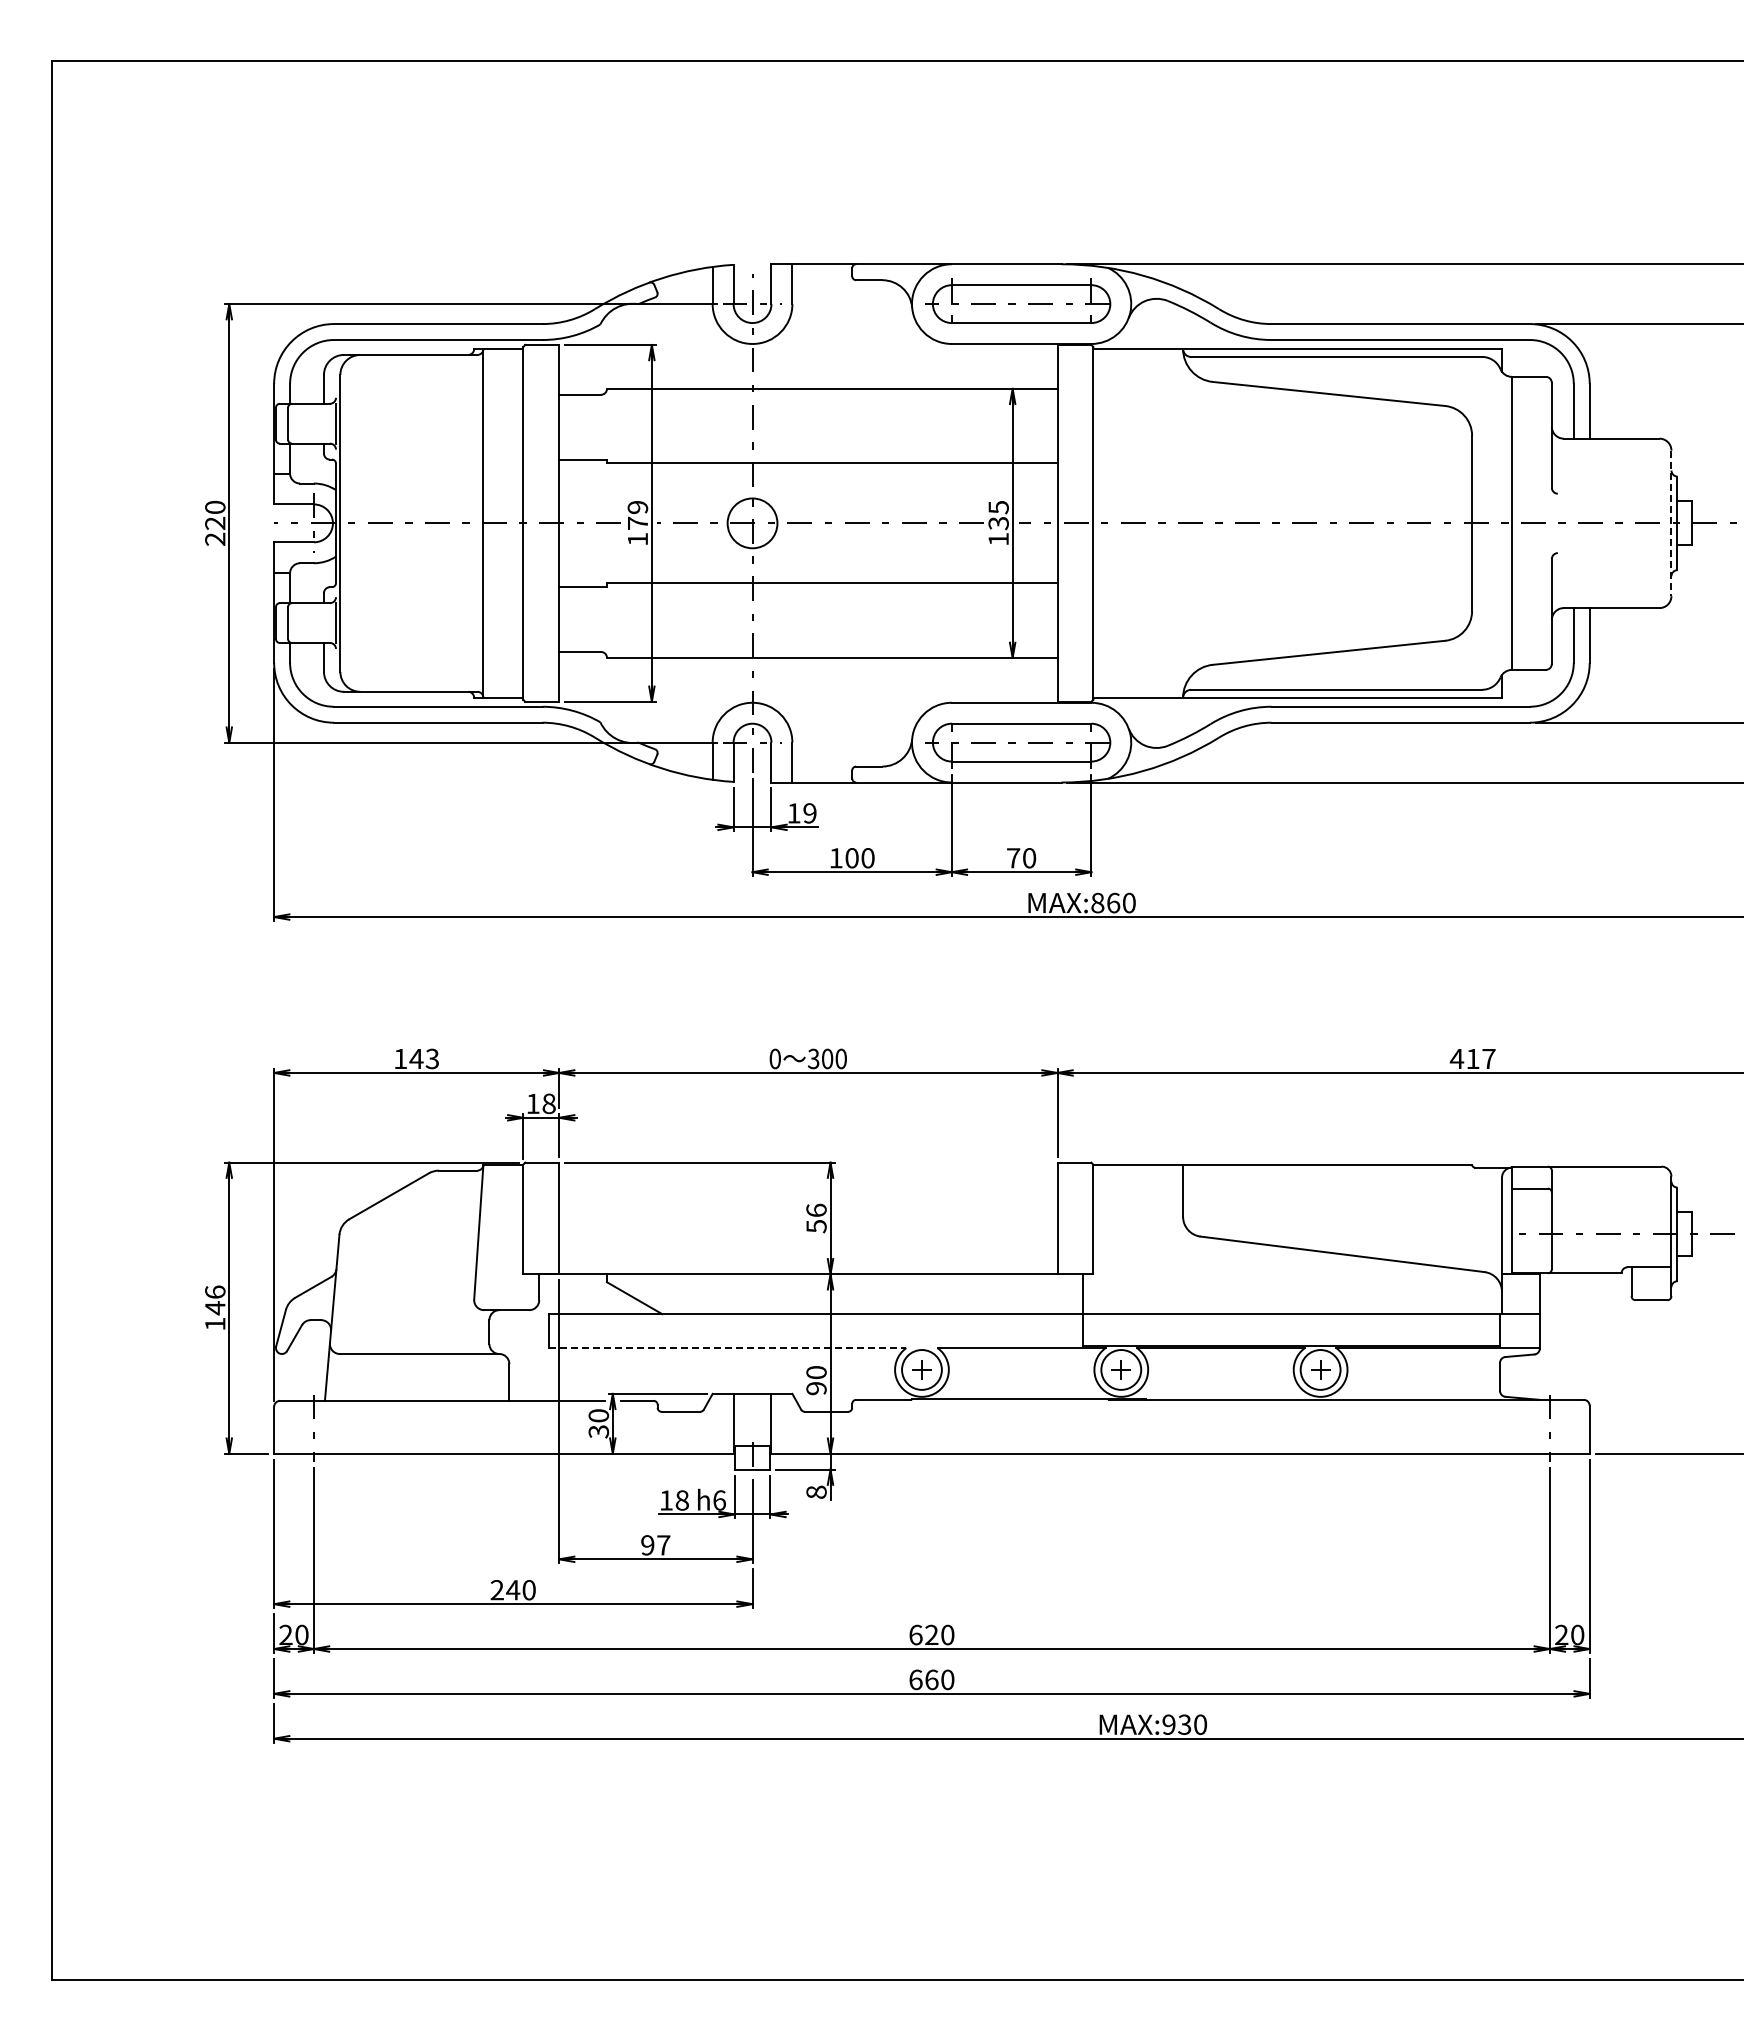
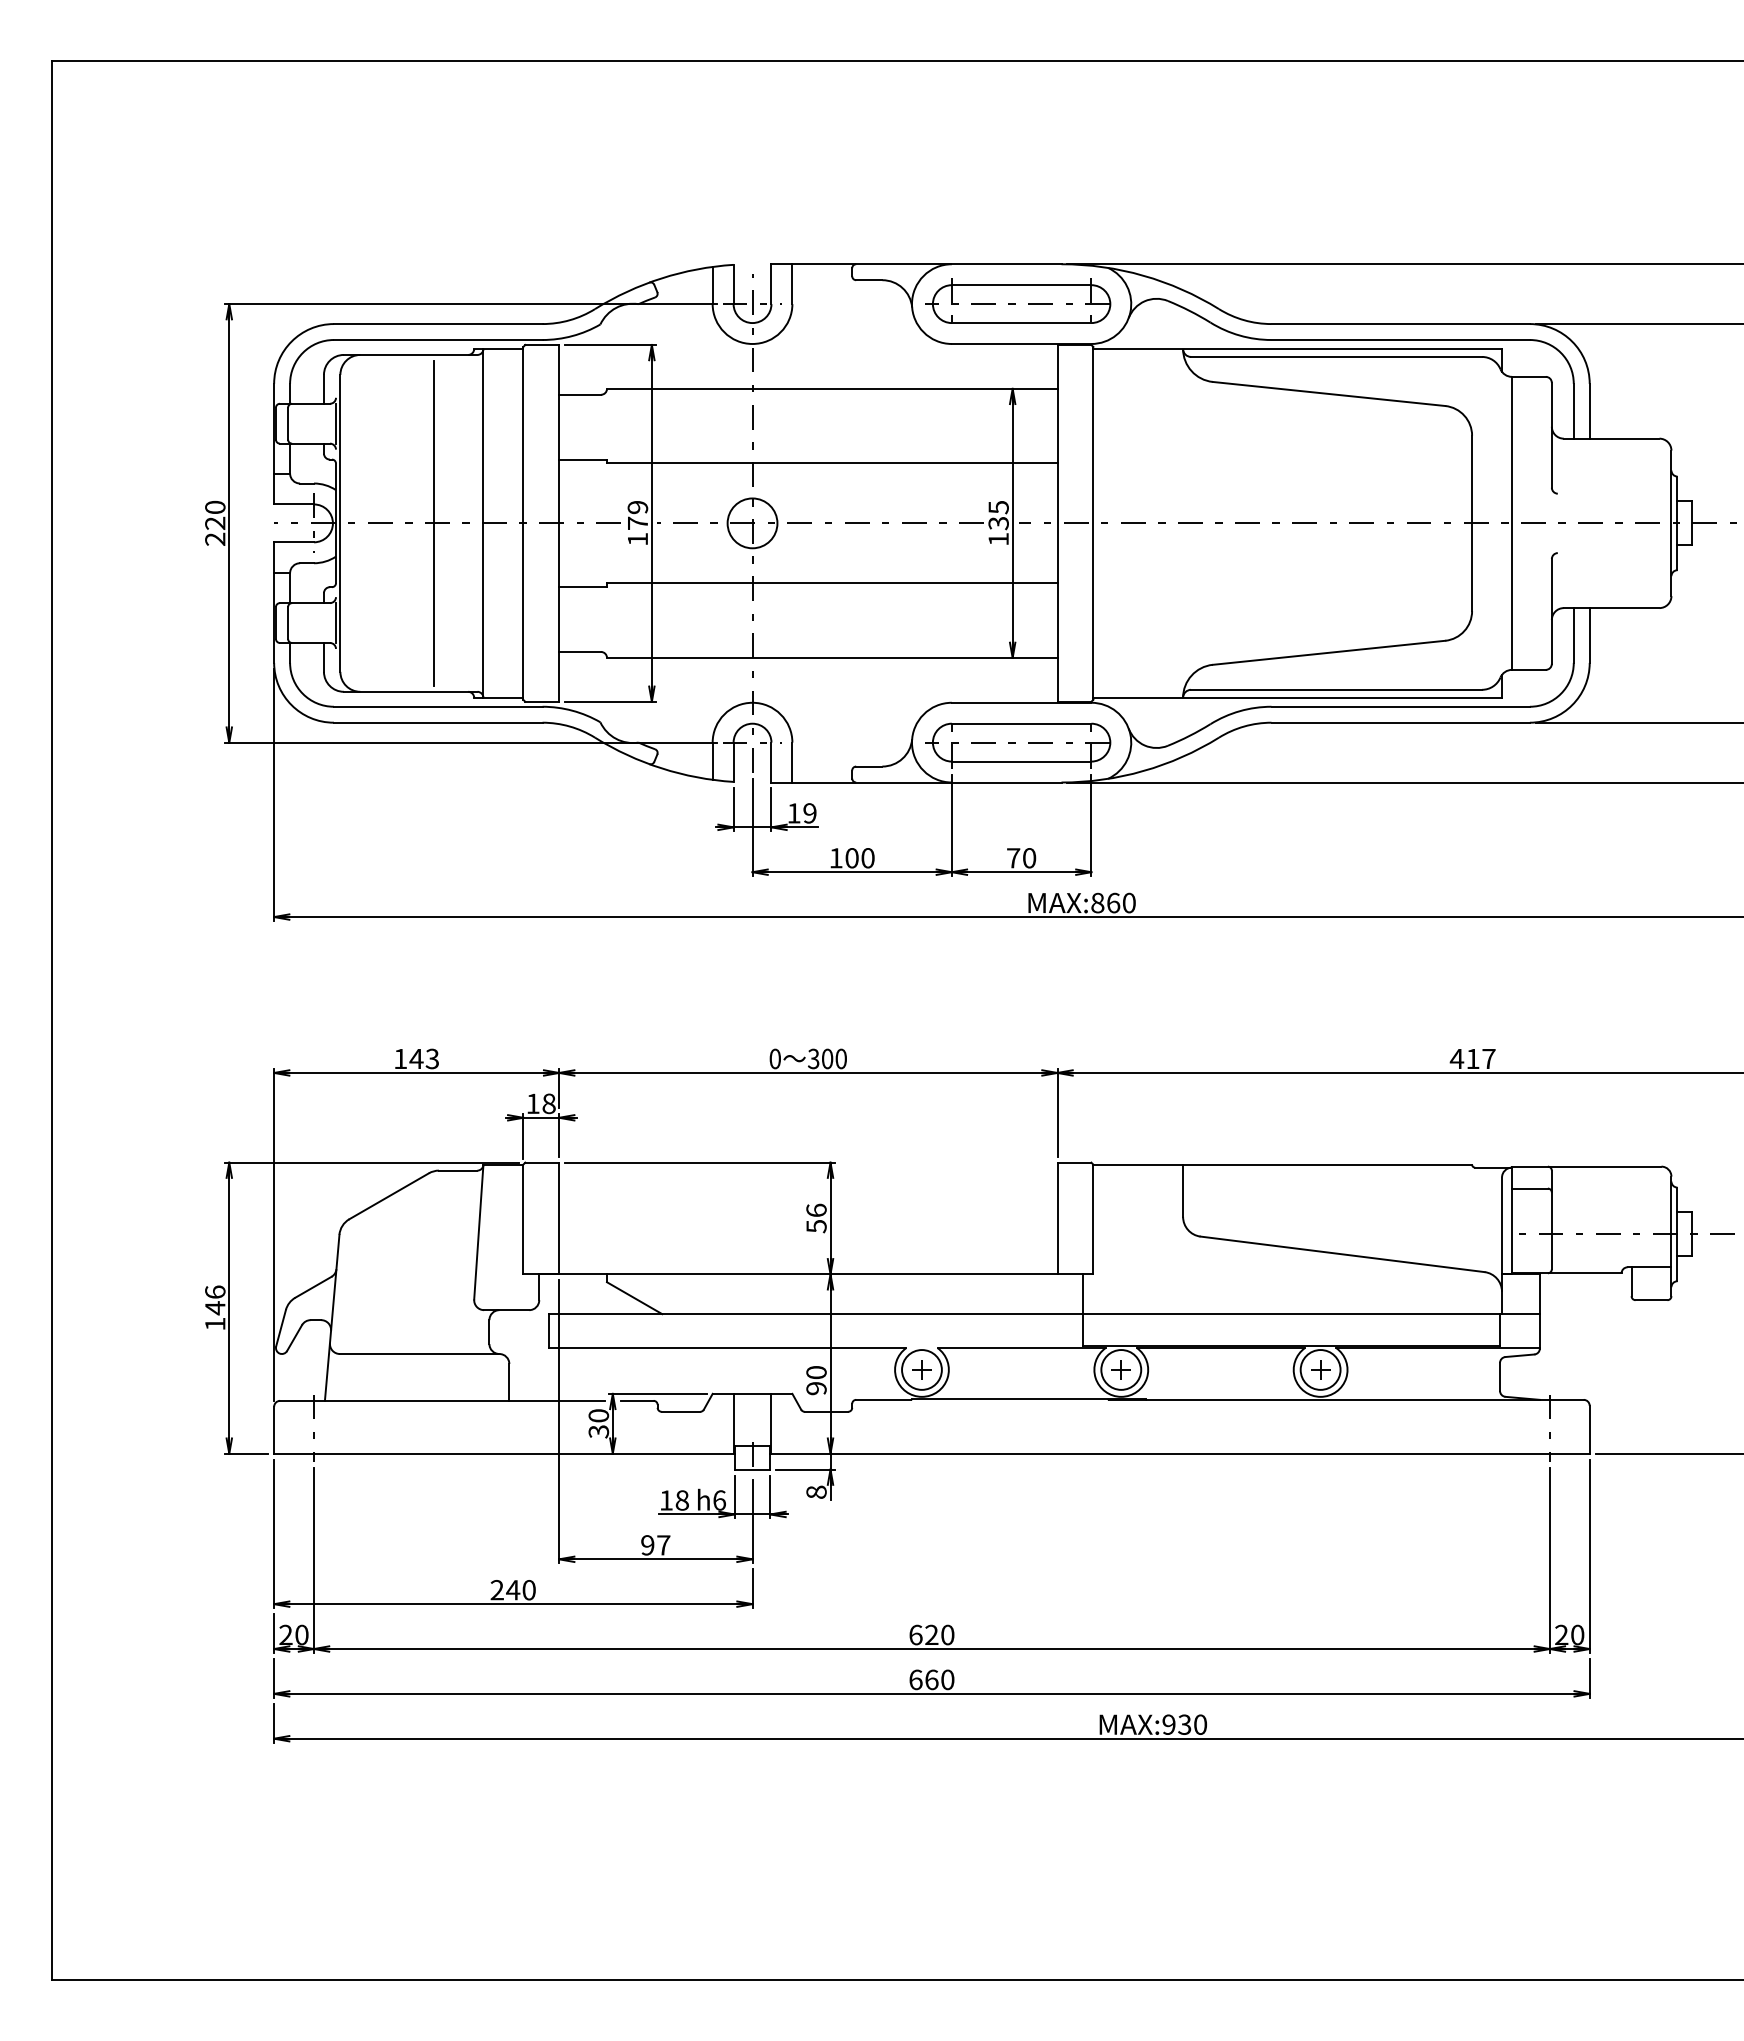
line at (433, 522): none -> present
line at (1671, 523): dashed -> solid
line at (727, 1348): dashed -> solid
